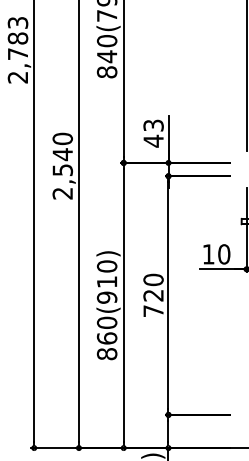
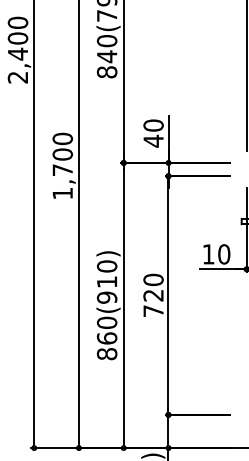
text at (17, 38): 2,783 -> 2,400
text at (153, 125): 43 -> 40
text at (62, 173): 2,540 -> 1,700
